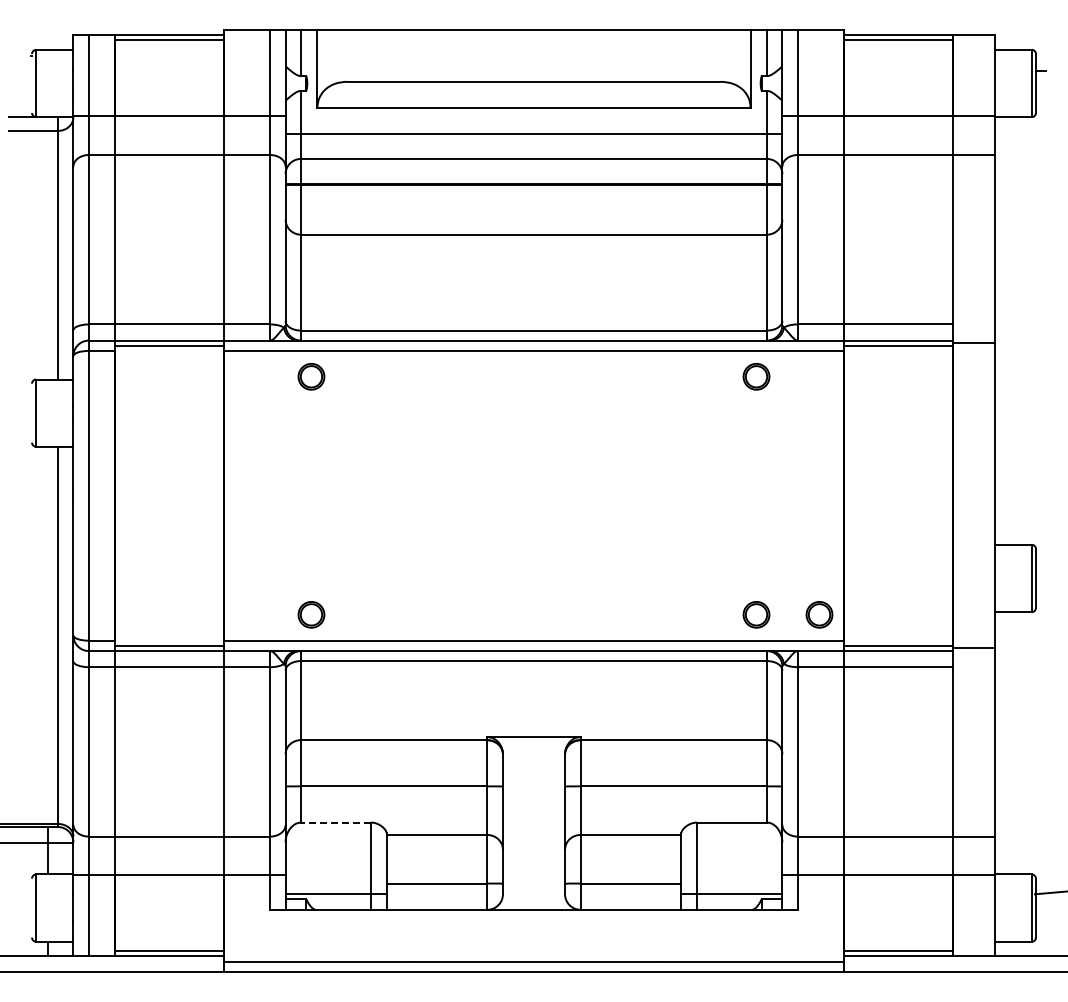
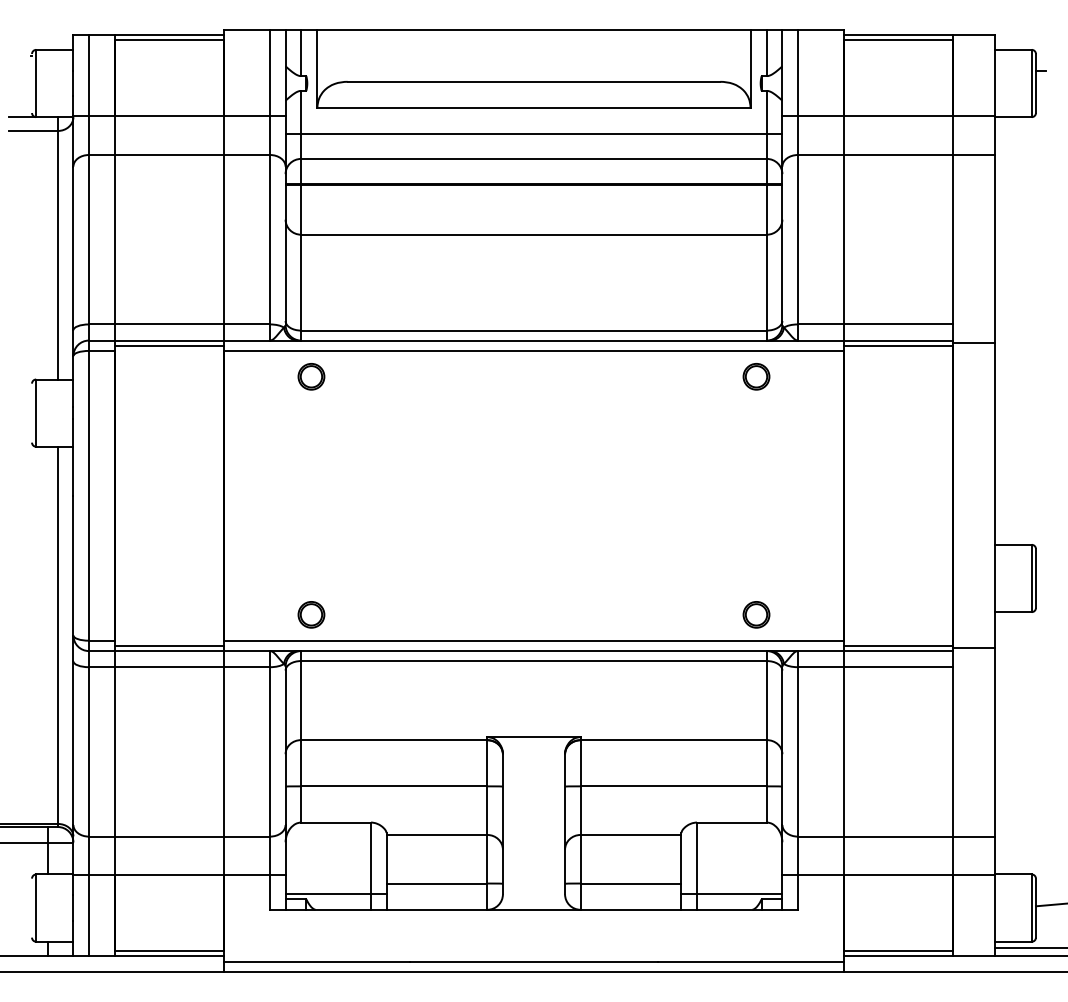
part at (819, 614): present -> none
line at (336, 822): dashed -> solid
line at (1049, 892) position: (1049, 892) -> (1049, 904)
line at (1029, 948): none -> present
